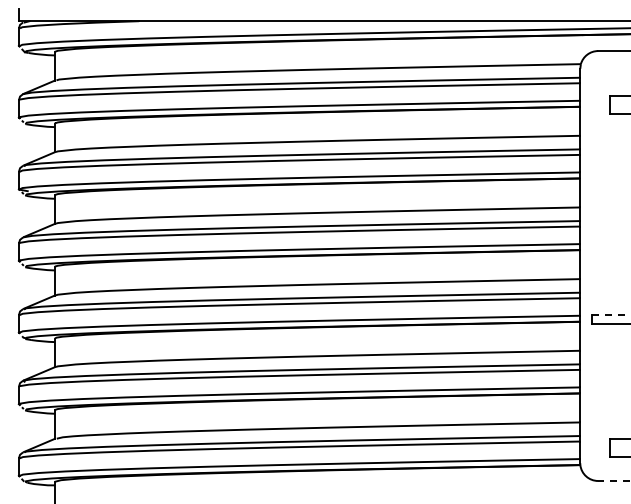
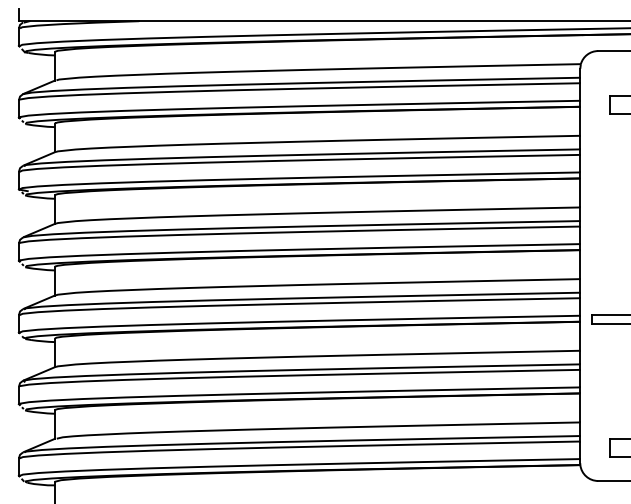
line at (612, 314): dashed -> solid
line at (614, 480): dashed -> solid
